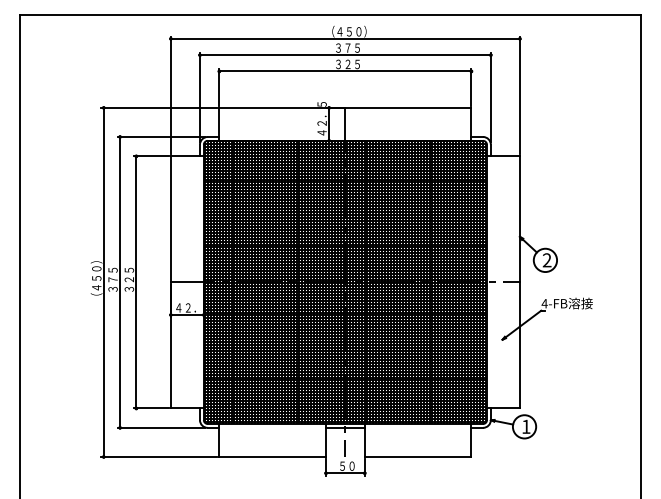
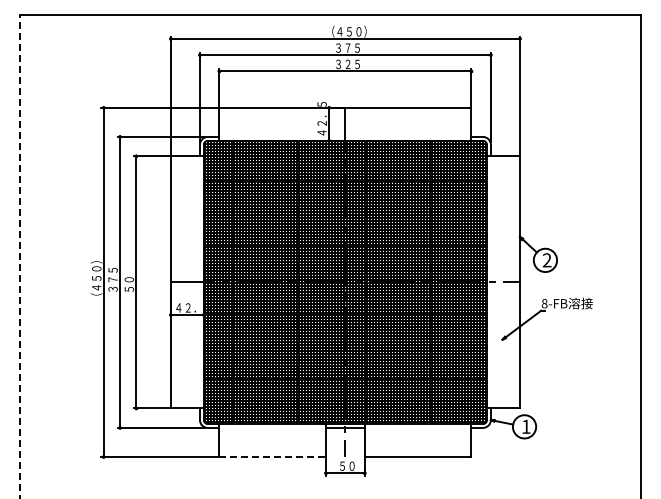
line at (19, 256): solid -> dashed
text at (129, 279): ３２５ -> ５０
text at (544, 303): 4-FB -> 8-FB
line at (273, 456): solid -> dashed
